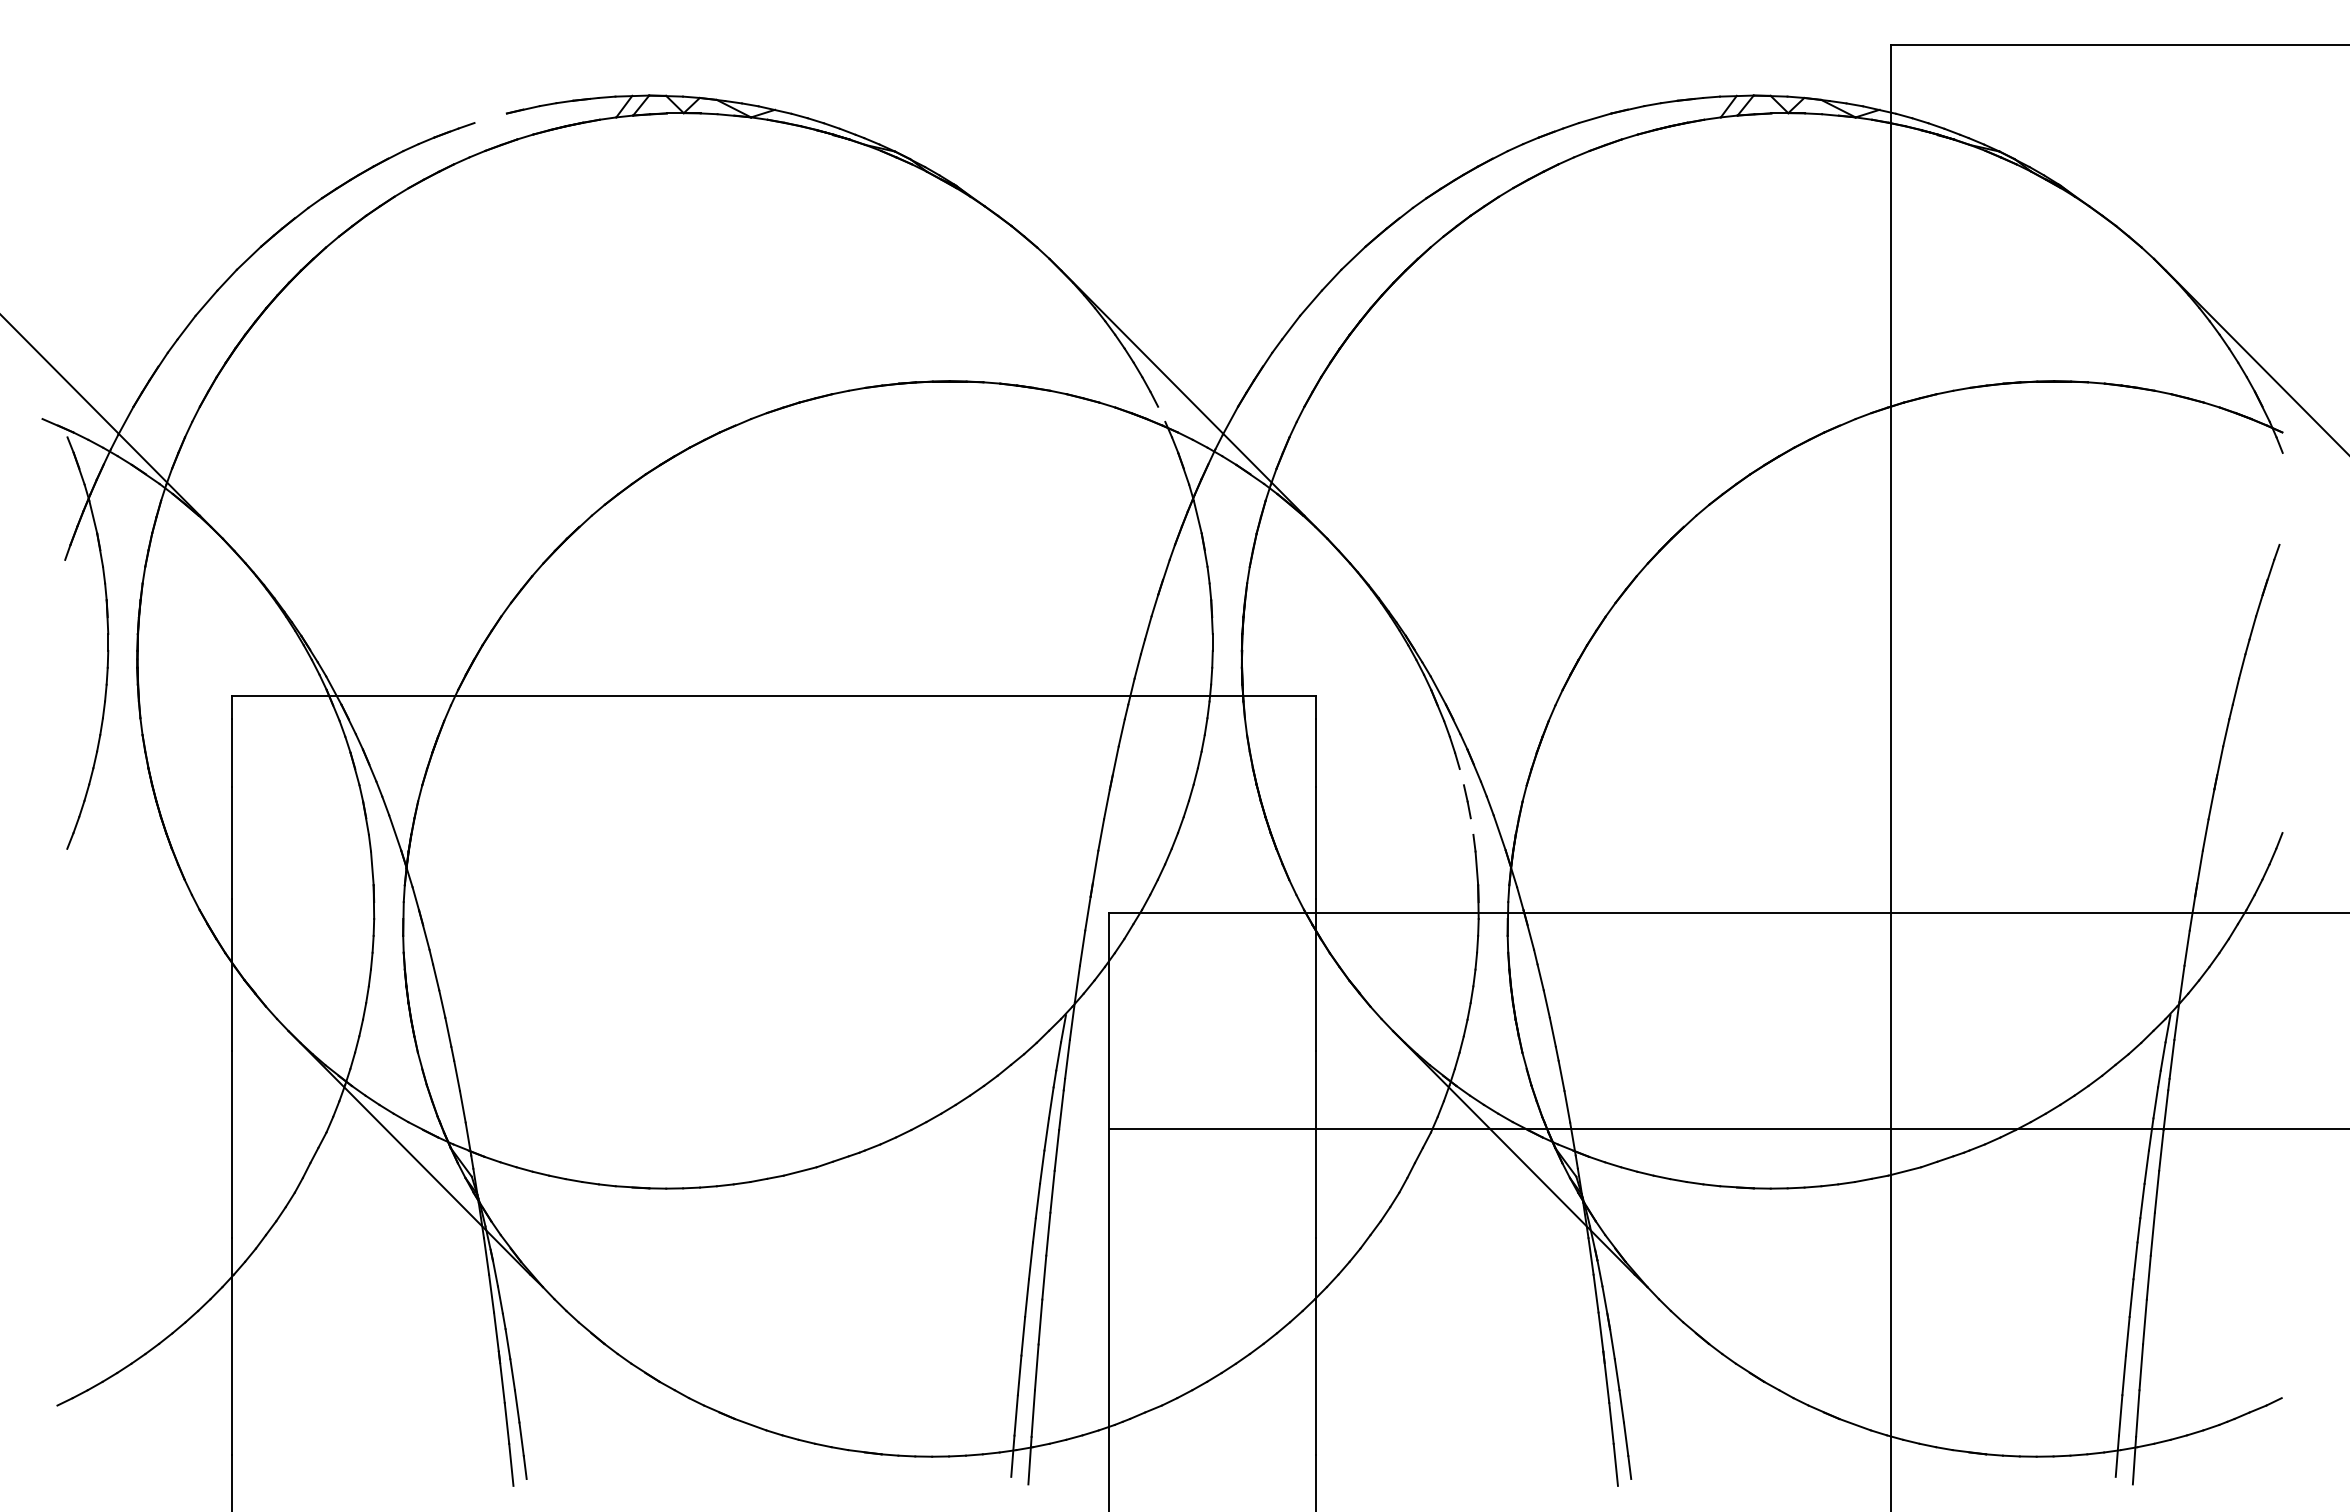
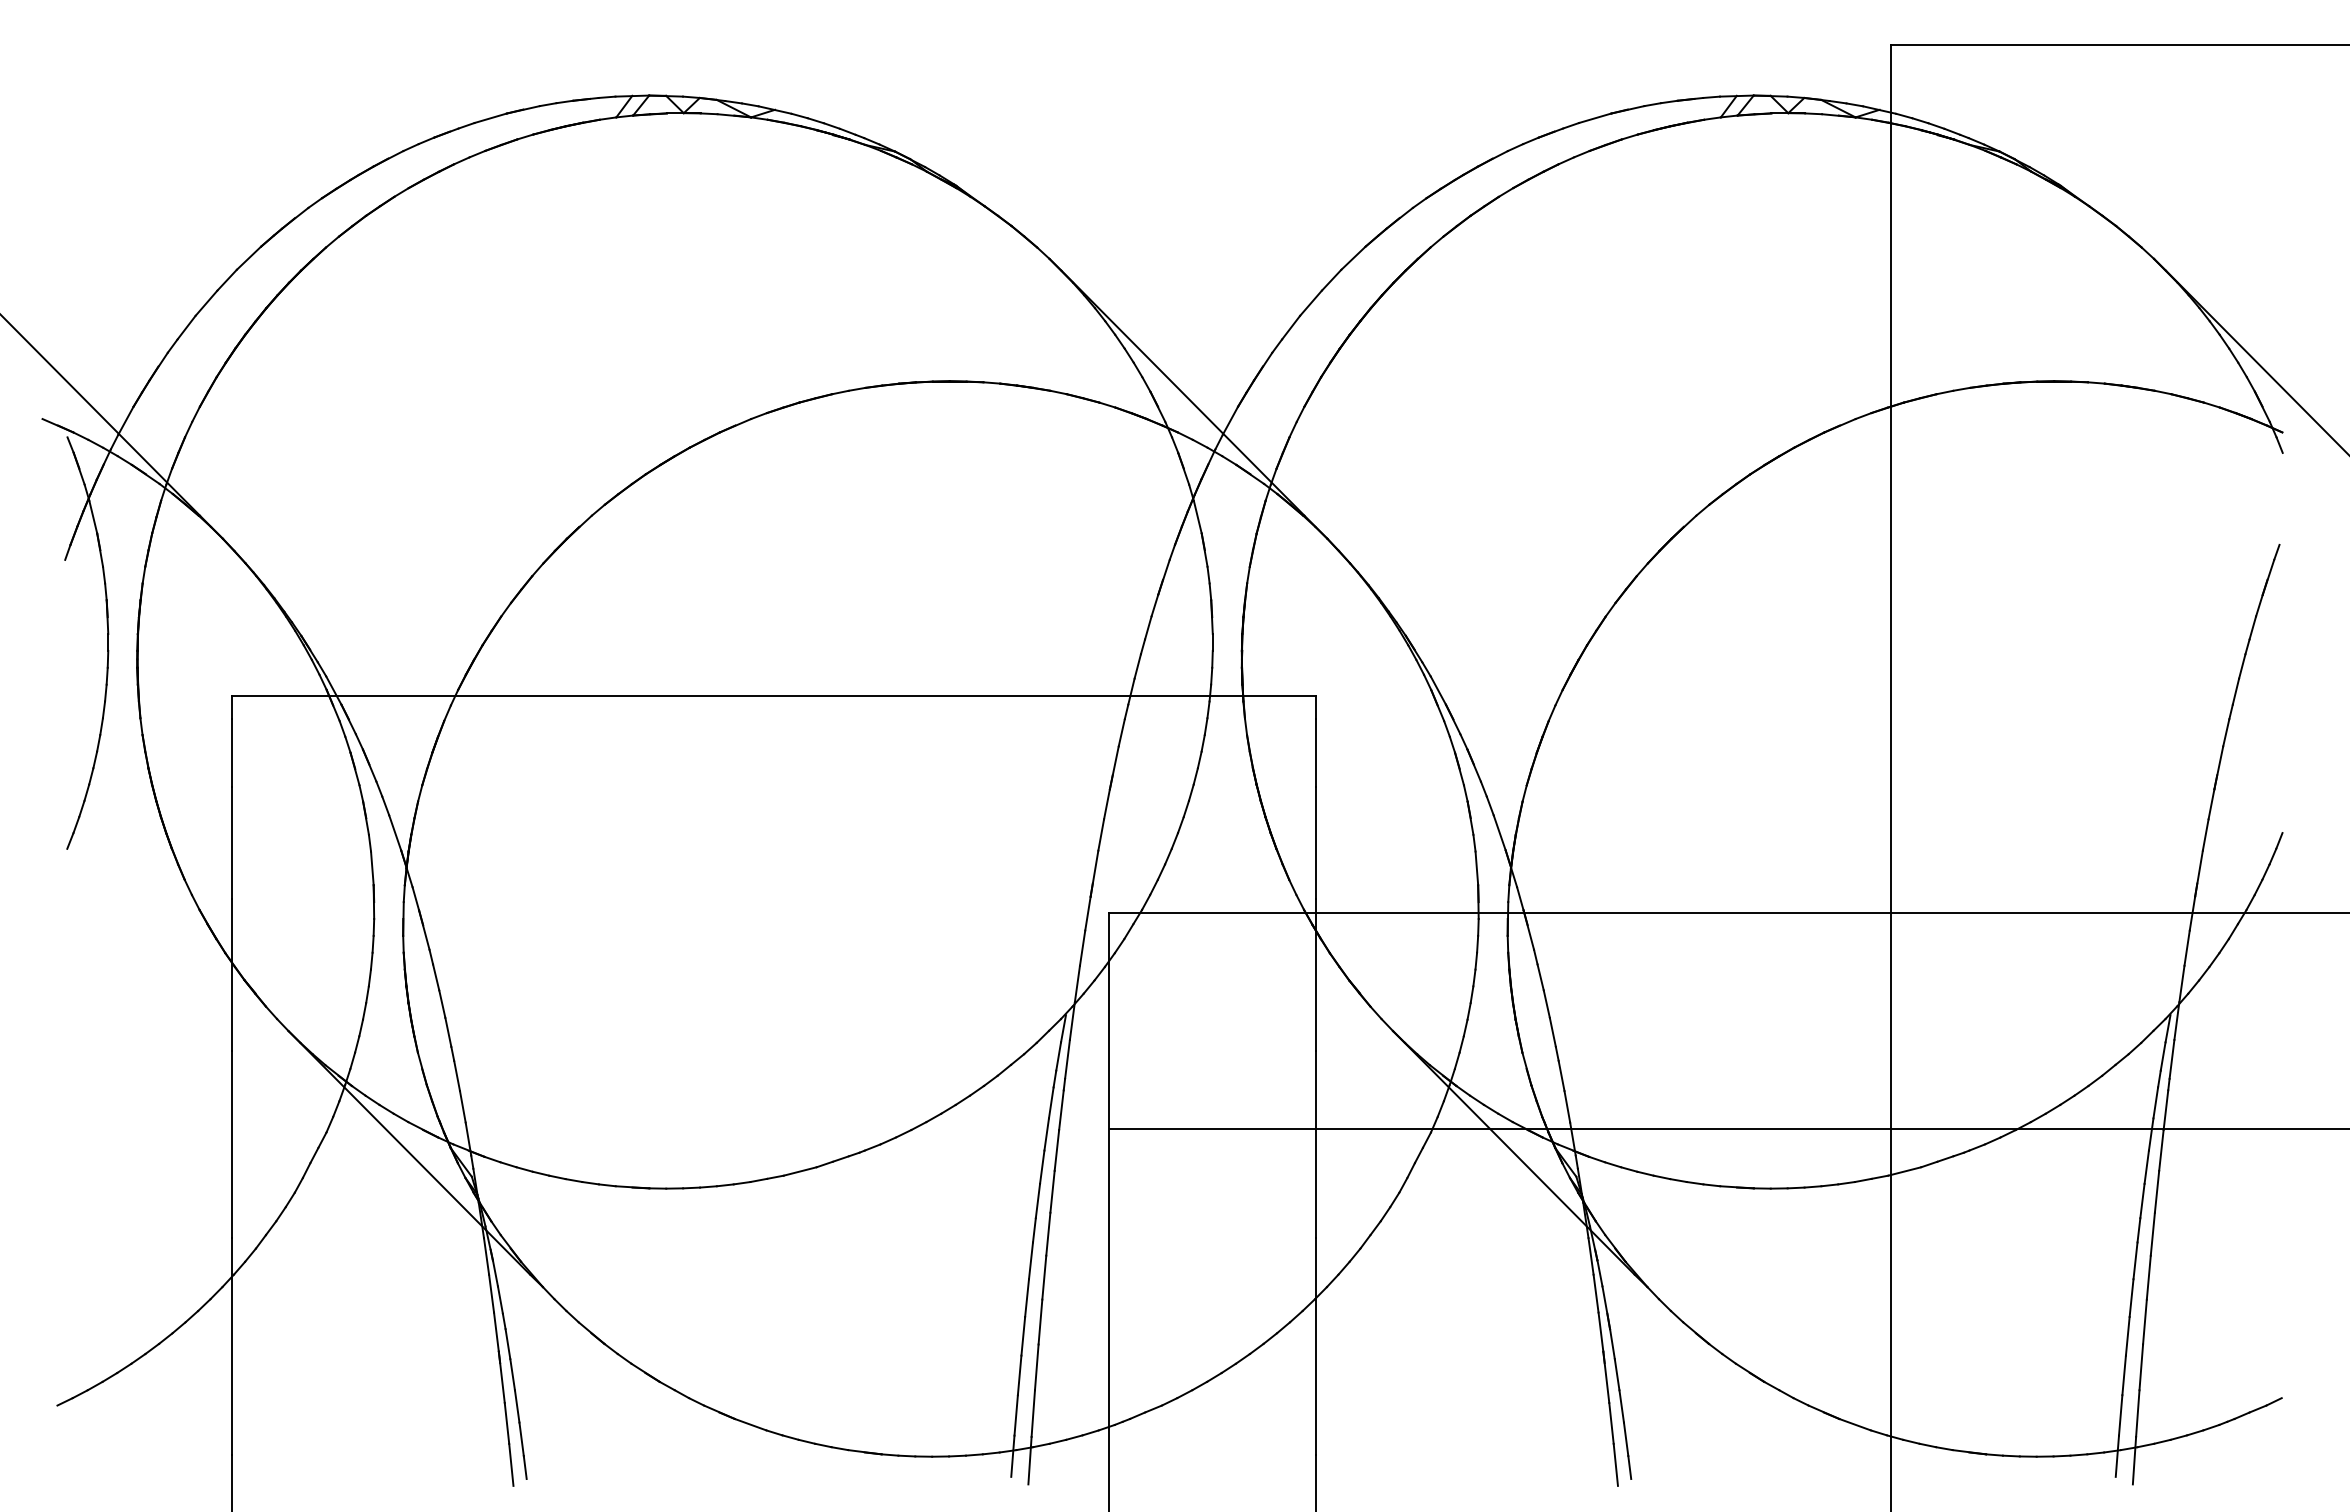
line at (490, 118): none -> present
line at (1157, 406): none -> present
line at (1459, 768): none -> present
line at (1470, 817): none -> present
